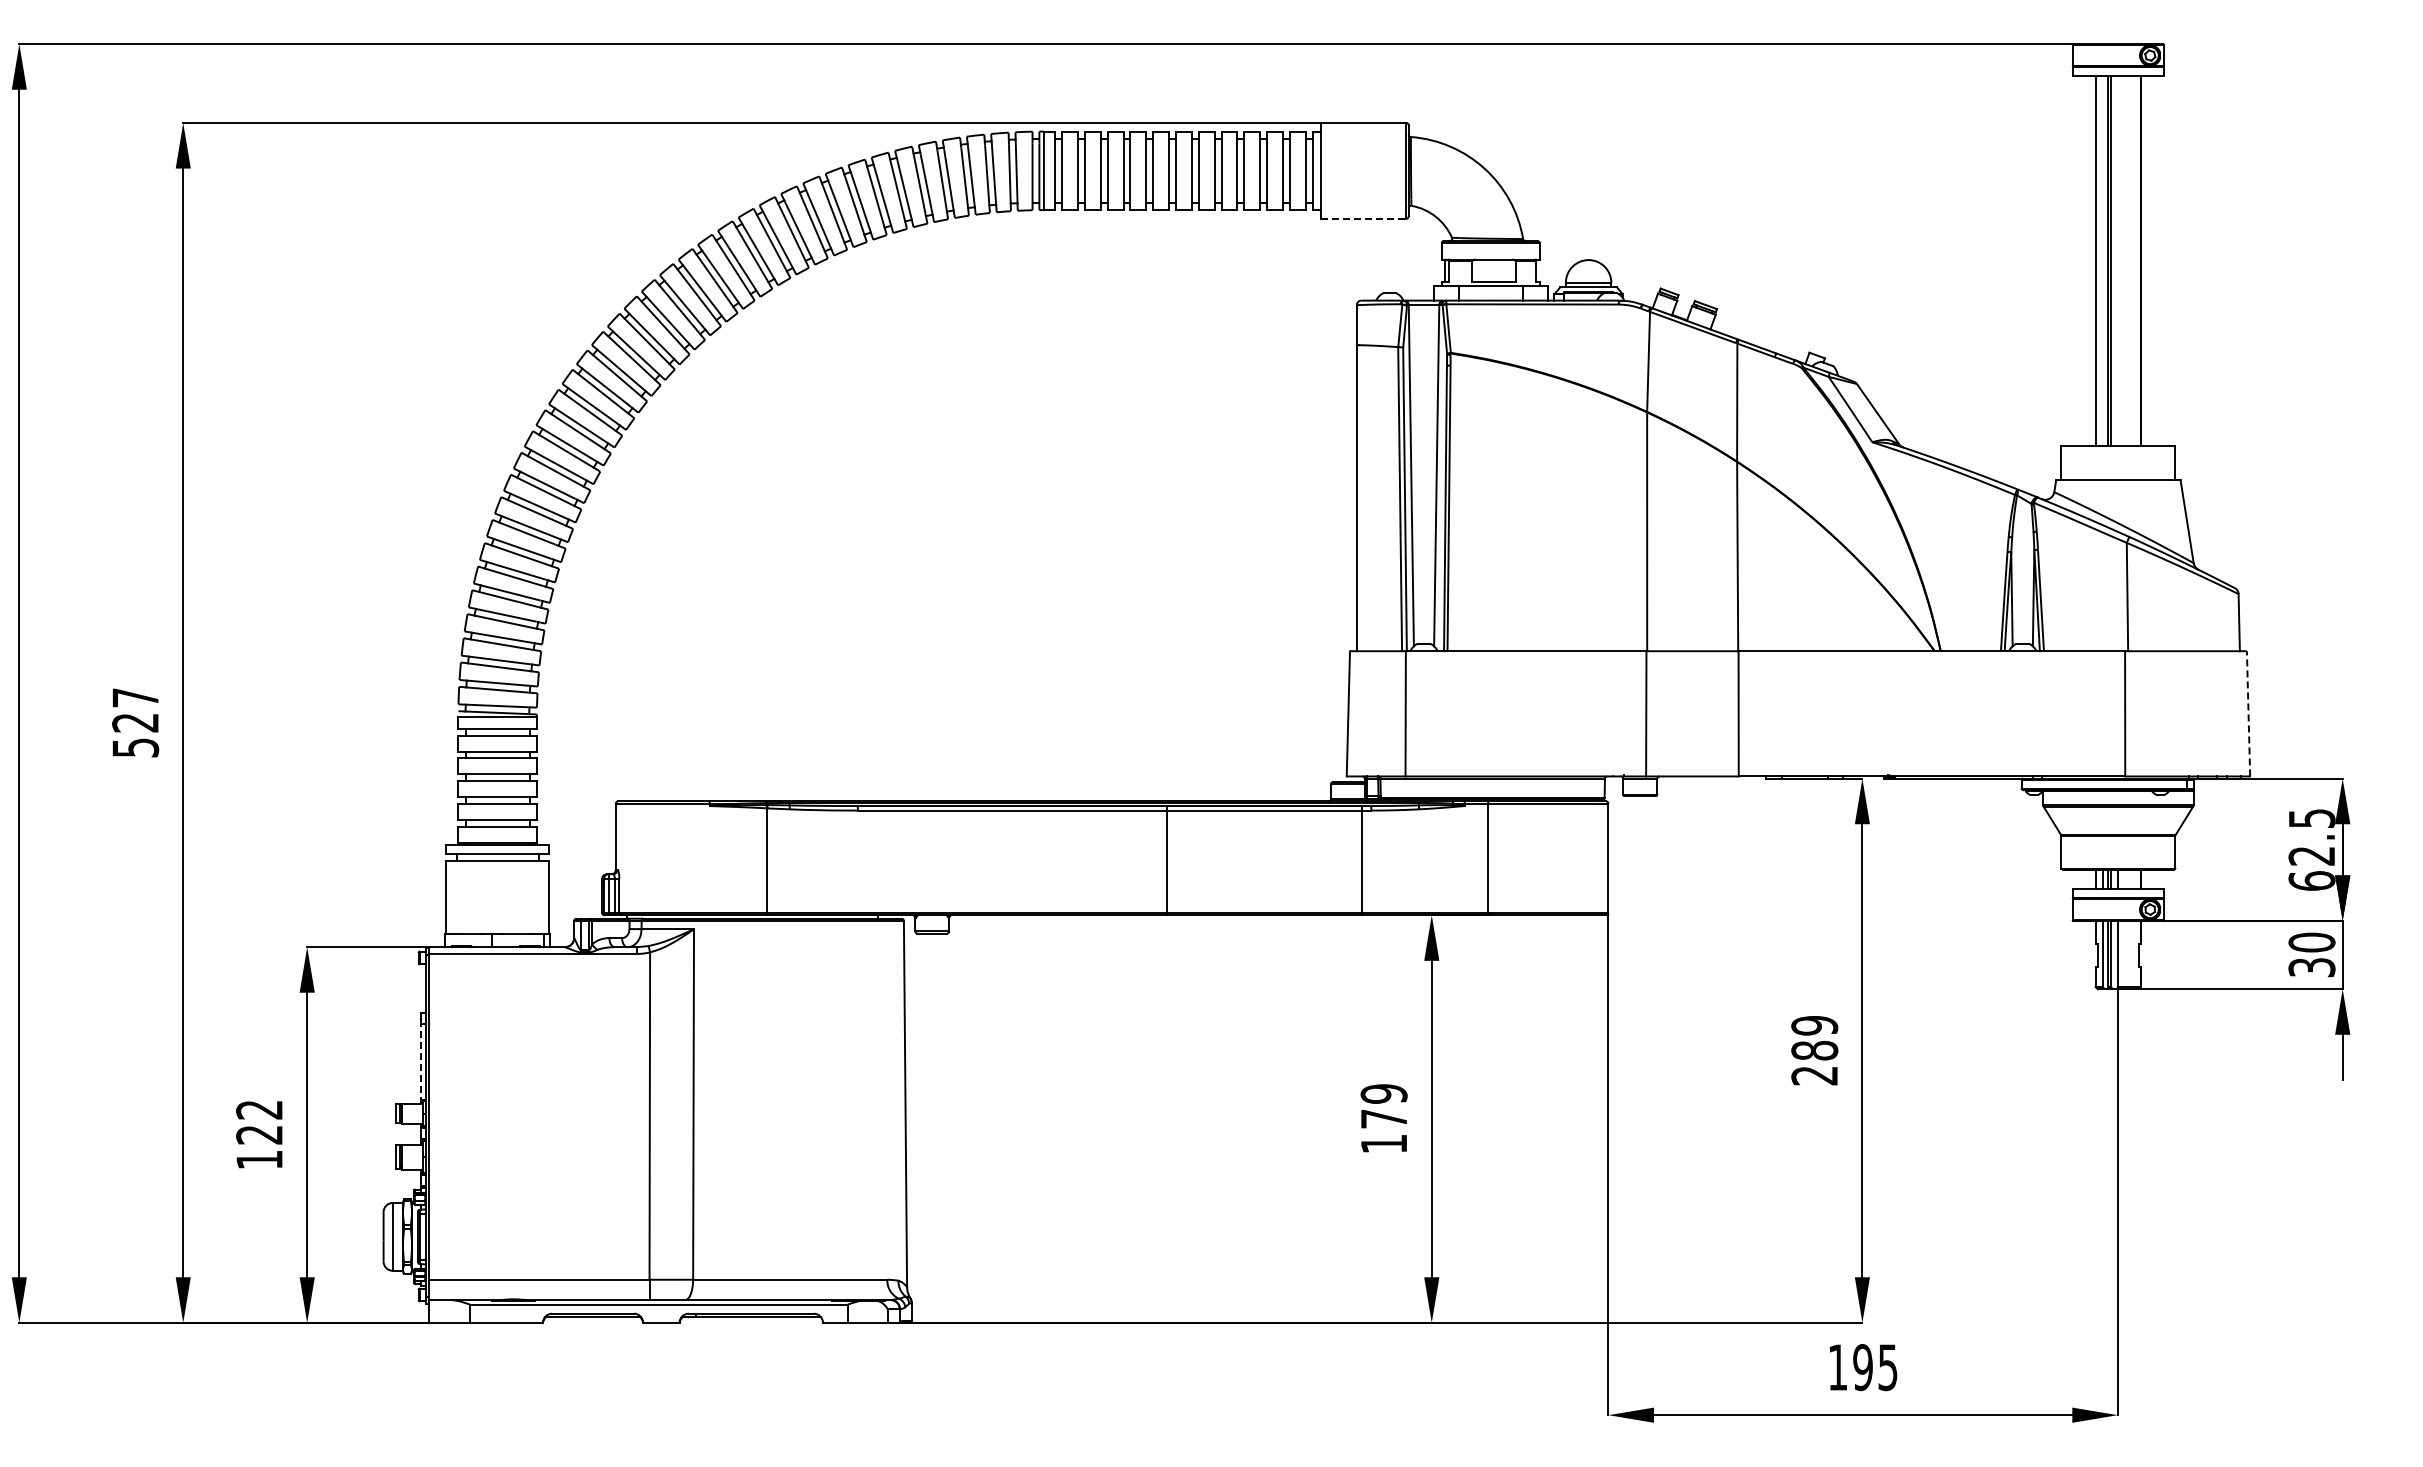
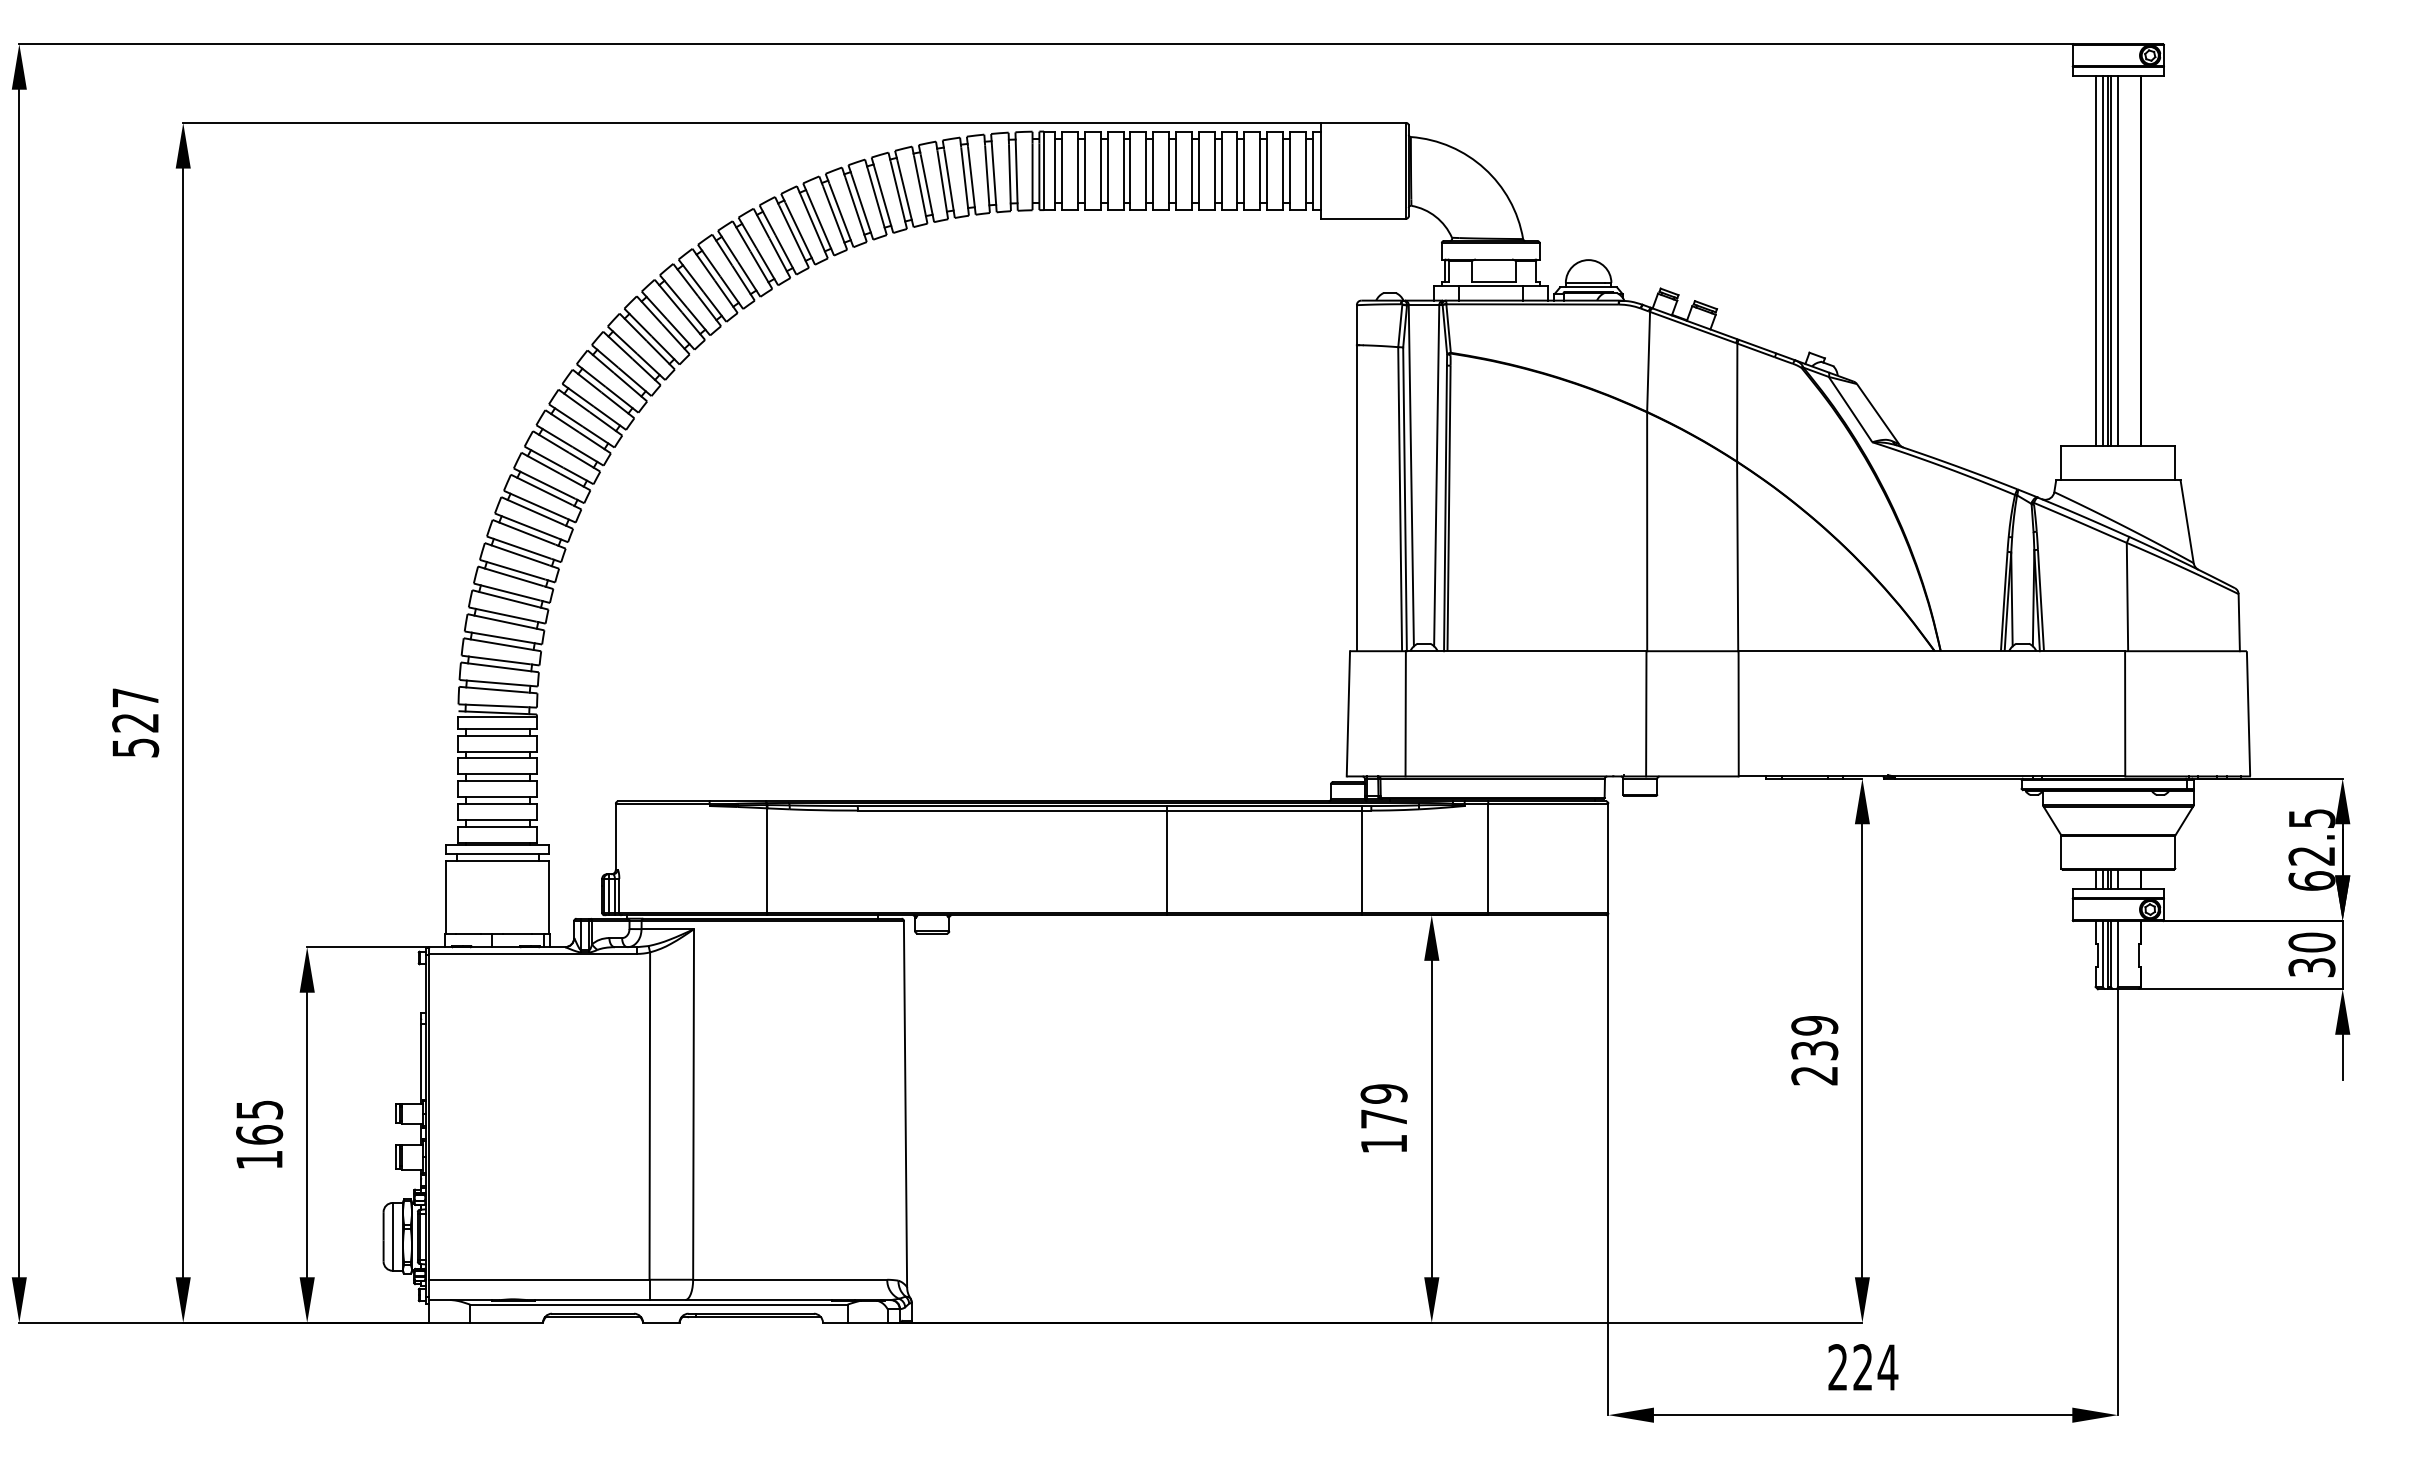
line at (1363, 218): dashed -> solid
line at (2102, 261): none -> present
line at (2117, 261): none -> present
line at (2248, 713): dashed -> solid
text at (1814, 1050): 289 -> 239
line at (421, 1063): dashed -> solid
text at (259, 1122): 122 -> 165
text at (1863, 1367): 195 -> 224
